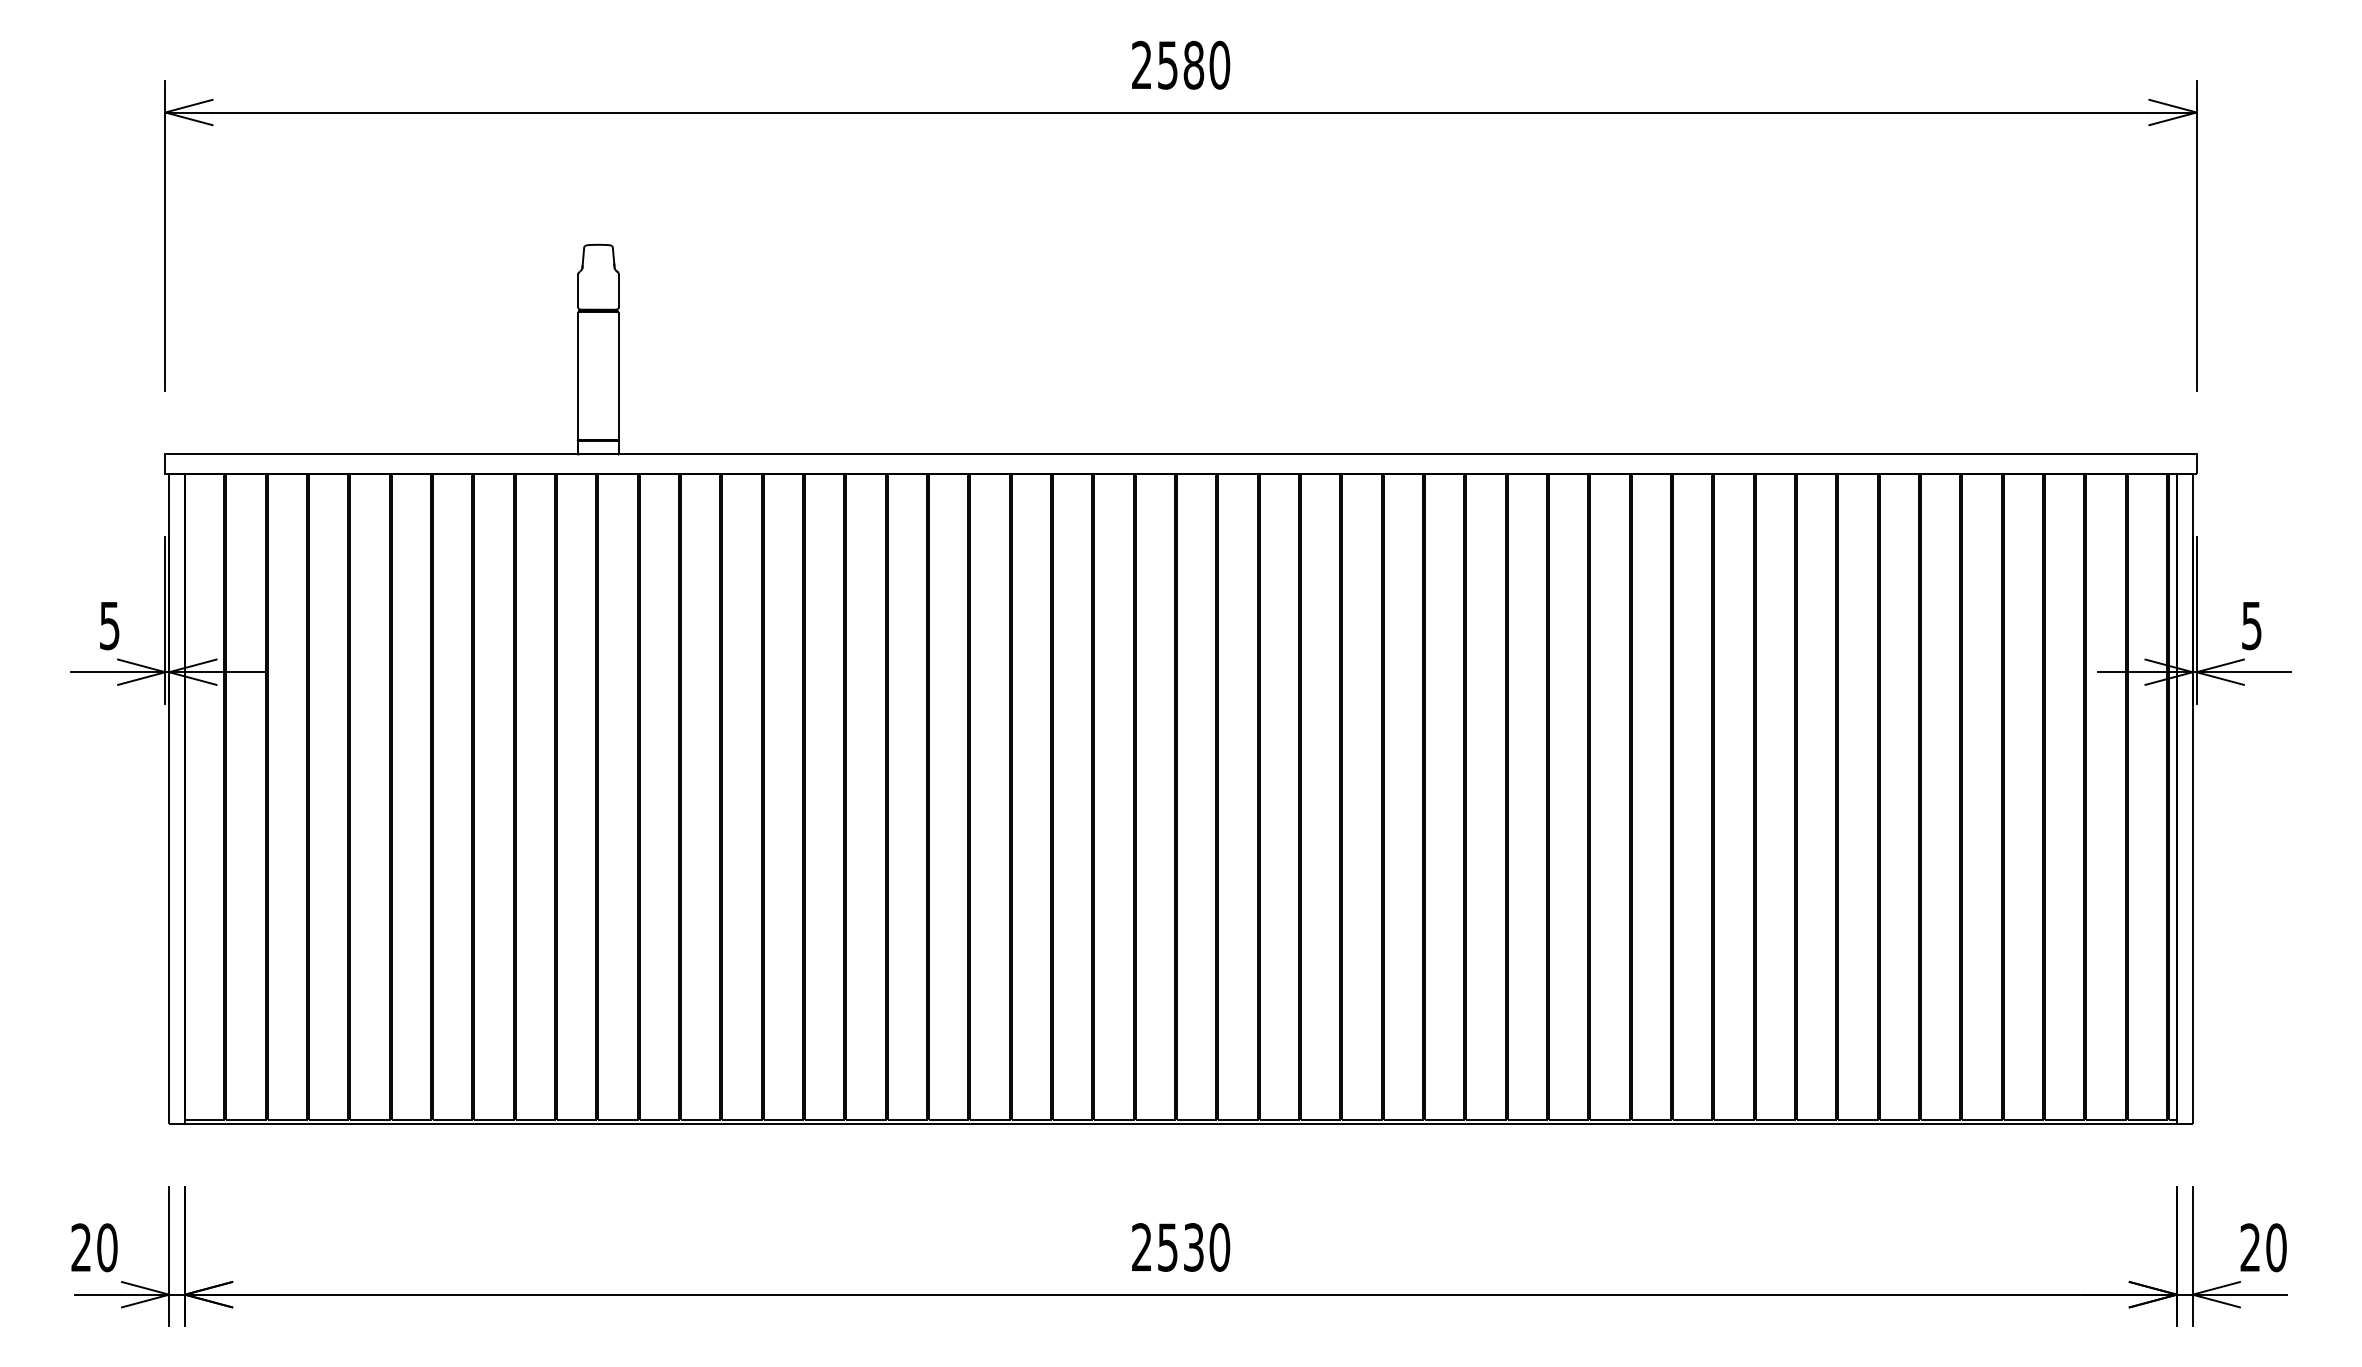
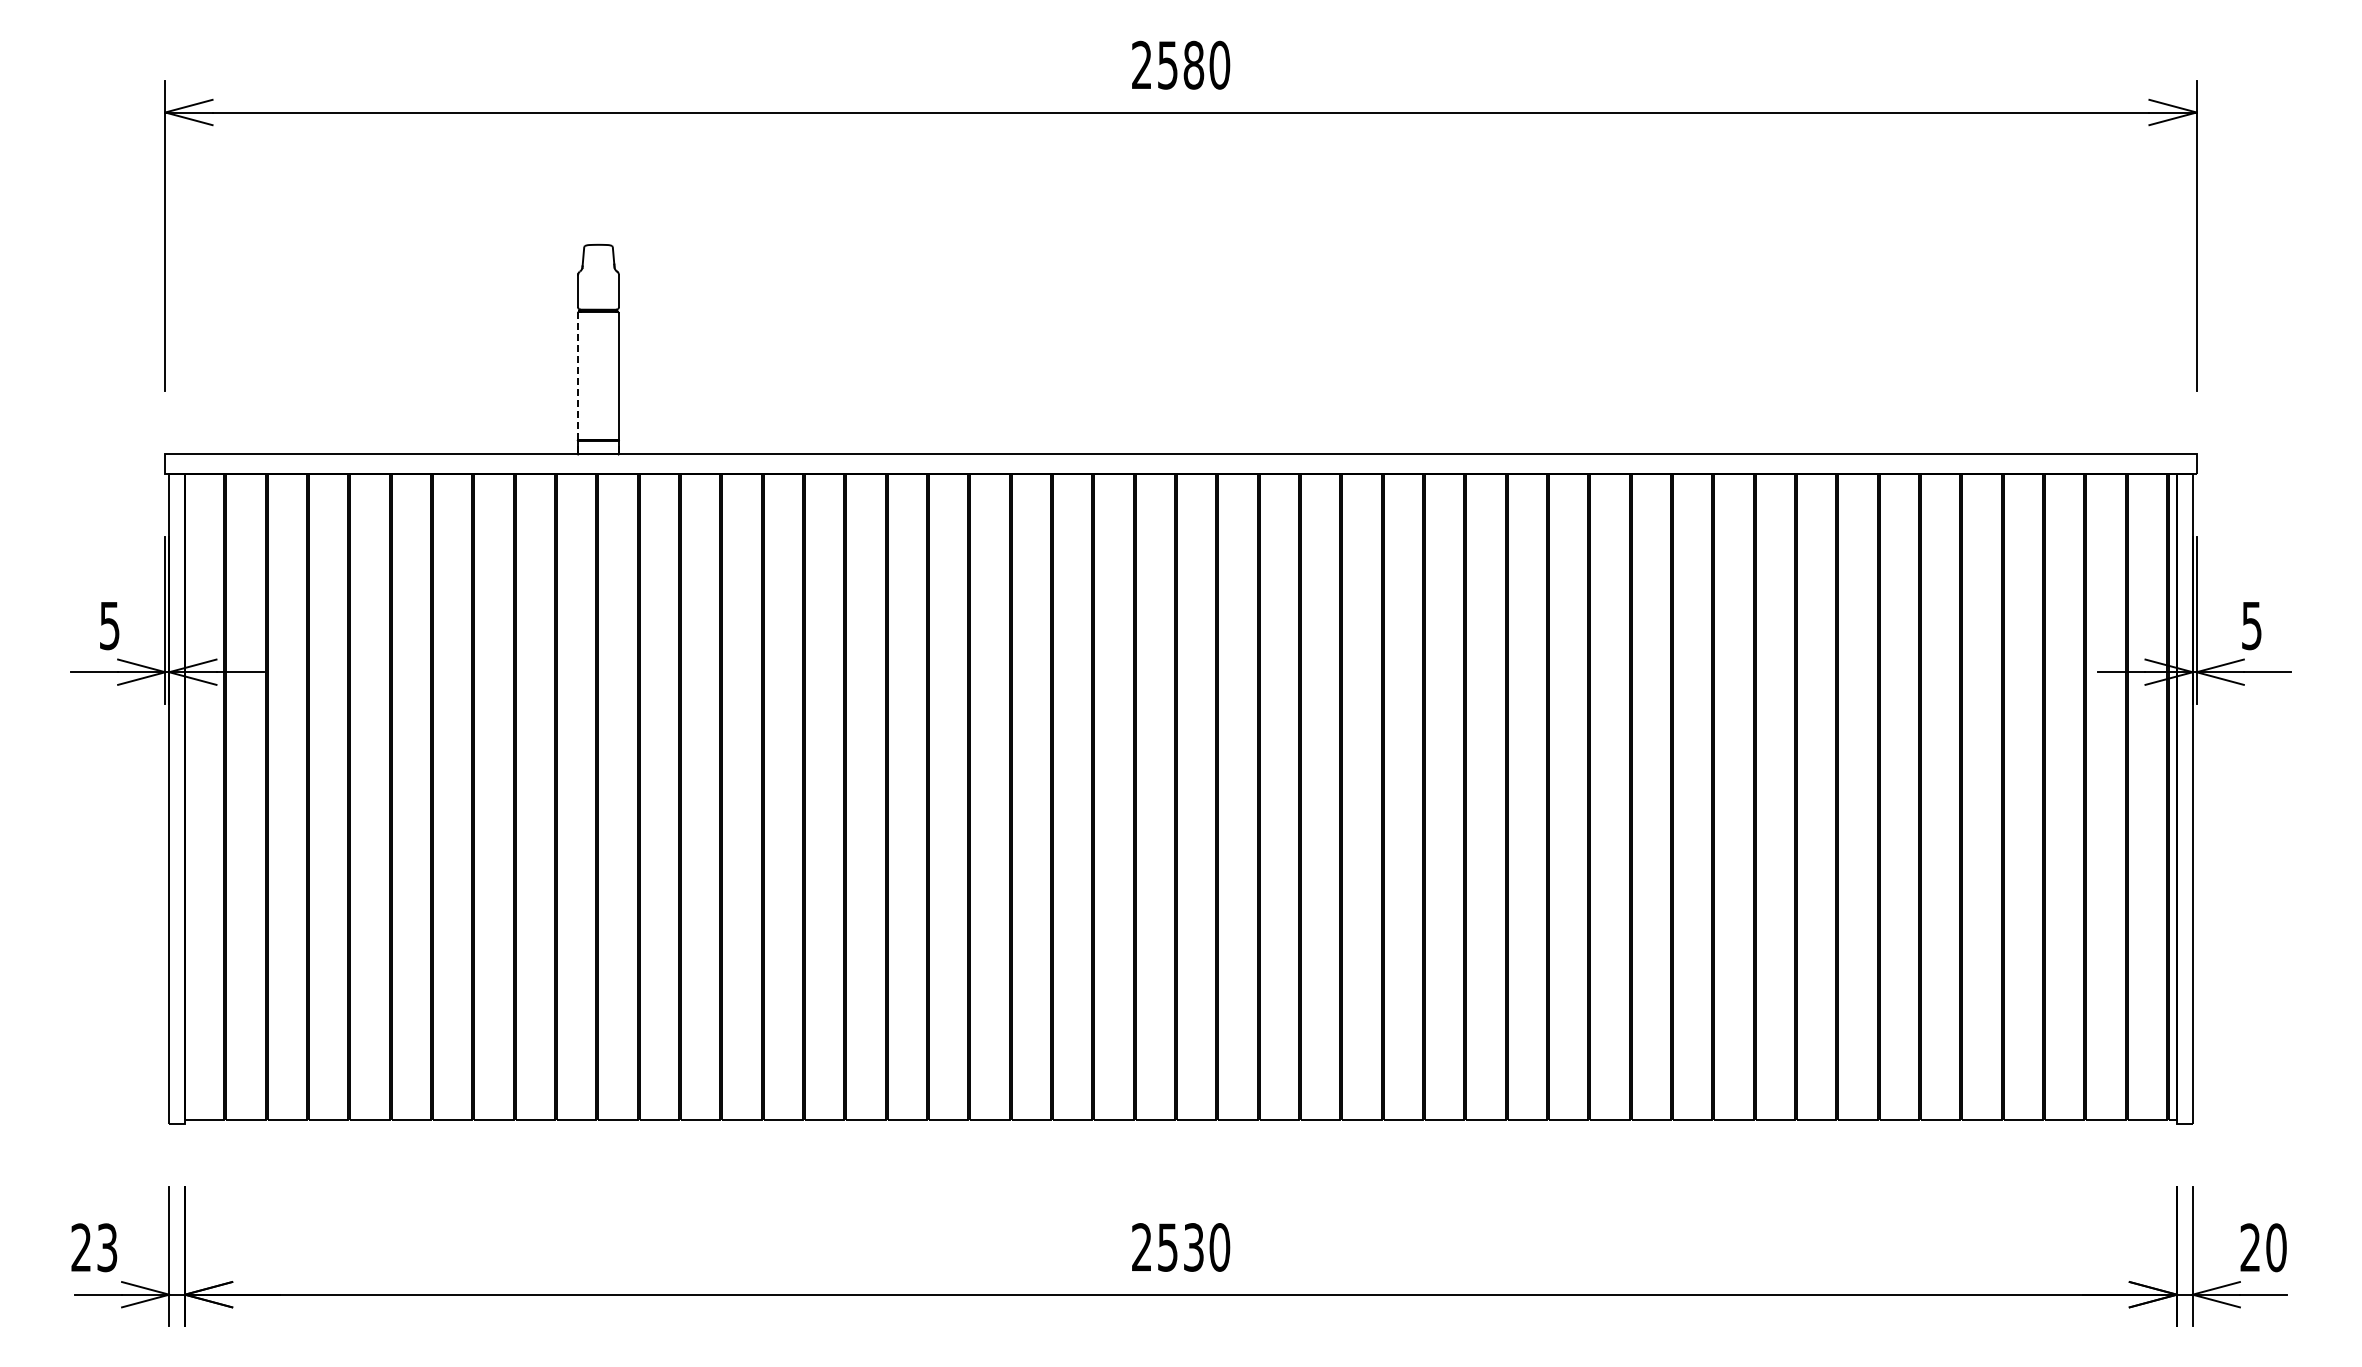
line at (577, 375): solid -> dashed
line at (1180, 1123): present -> none
text at (107, 1247): 20 -> 23
